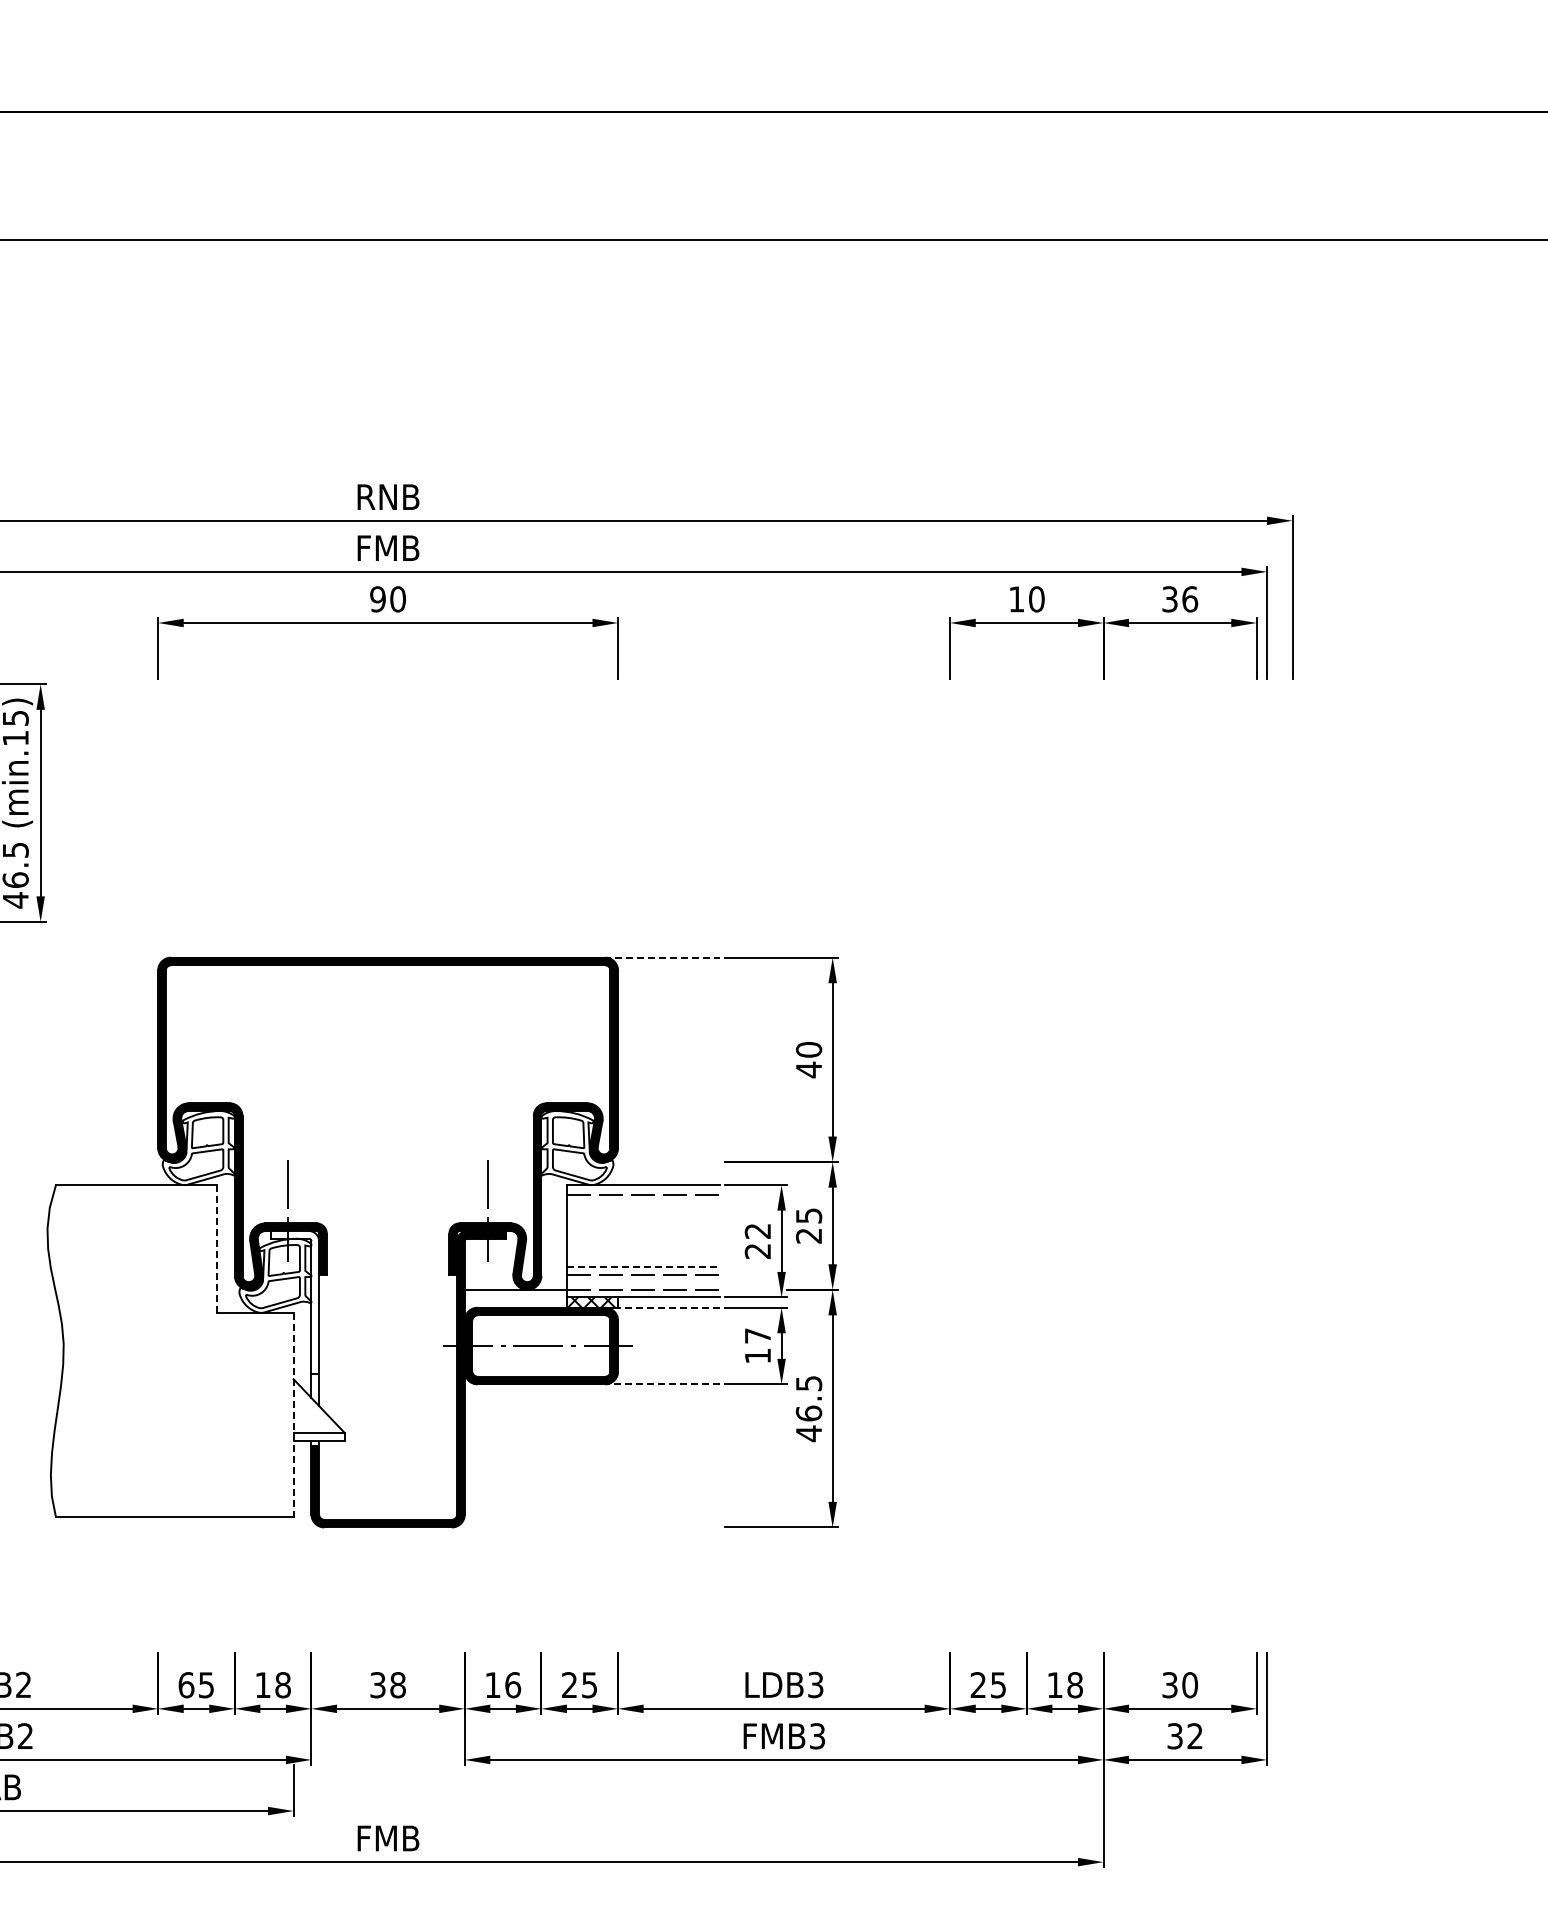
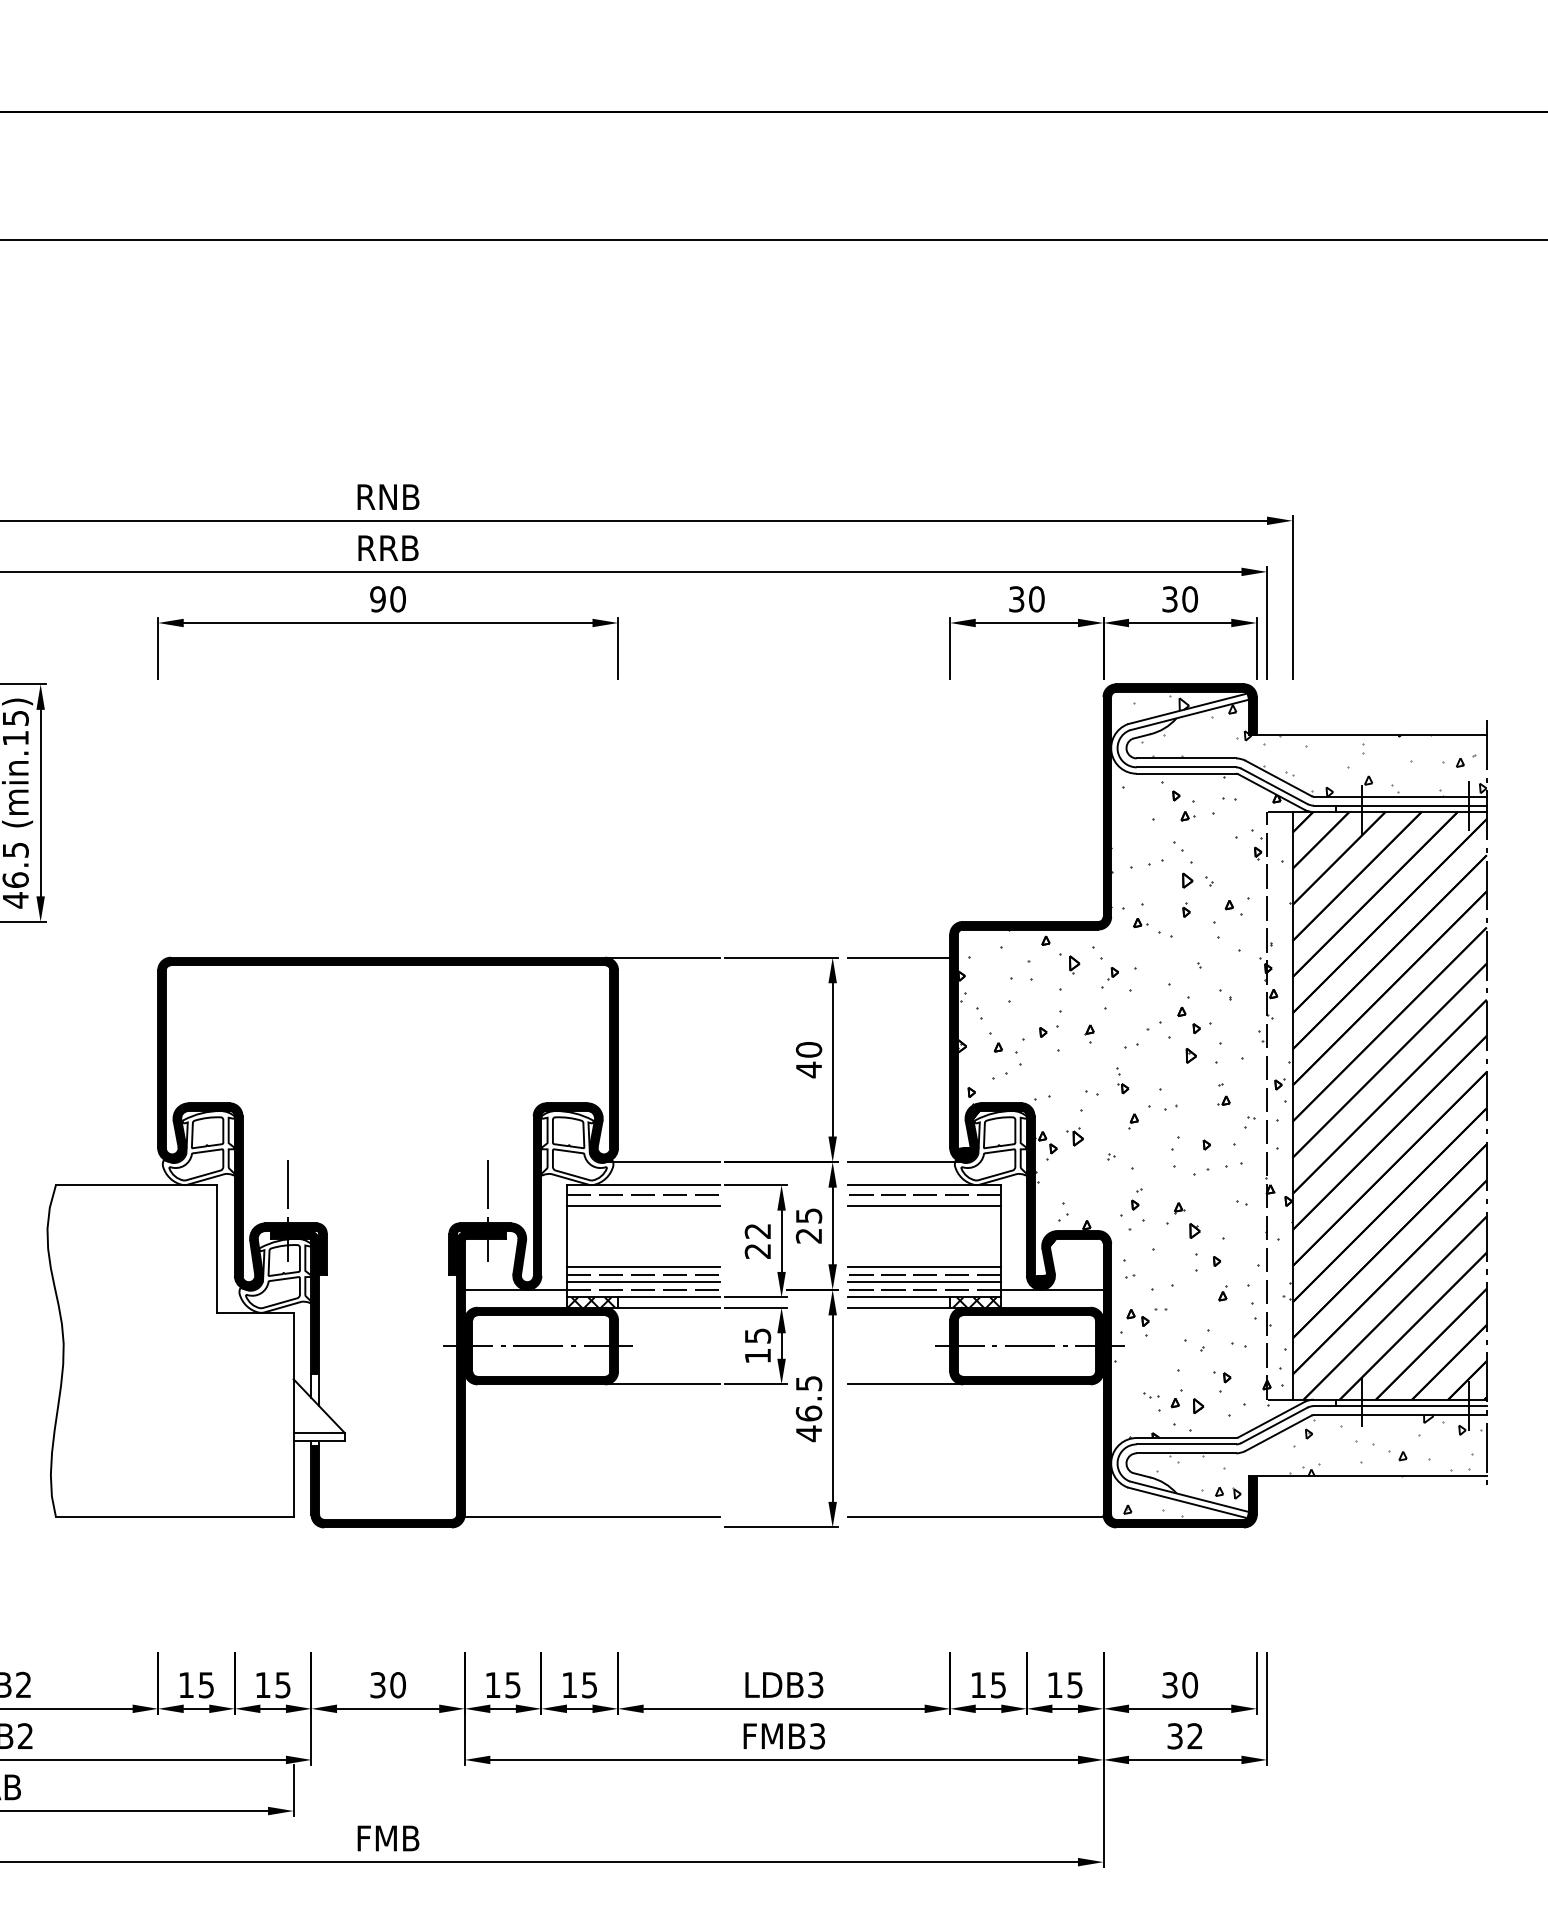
text at (388, 547): FMB -> RRB
text at (1016, 599): 10 -> 30
text at (1190, 599): 36 -> 30
line at (662, 957): dashed -> solid
part at (1167, 1105): none -> present
line at (662, 1162): none -> present
line at (643, 1205): none -> present
line at (216, 1248): dashed -> solid
line at (643, 1266): dashed -> solid
line at (643, 1282): none -> present
fill at (294, 1302): none -> present
line at (668, 1307): dashed -> solid
text at (758, 1335): 17 -> 15
line at (662, 1384): dashed -> solid
line at (293, 1415): dashed -> solid
line at (592, 1517): none -> present
text at (569, 1684): 25 -> 15
text at (977, 1684): 25 -> 15
text at (186, 1685): 65 -> 15
text at (282, 1685): 18 -> 15
text at (397, 1685): 38 -> 30
text at (513, 1685): 16 -> 15
text at (1074, 1685): 18 -> 15
